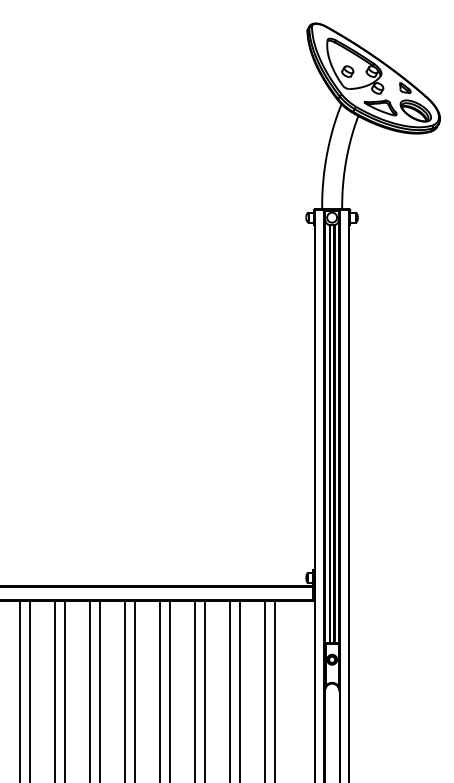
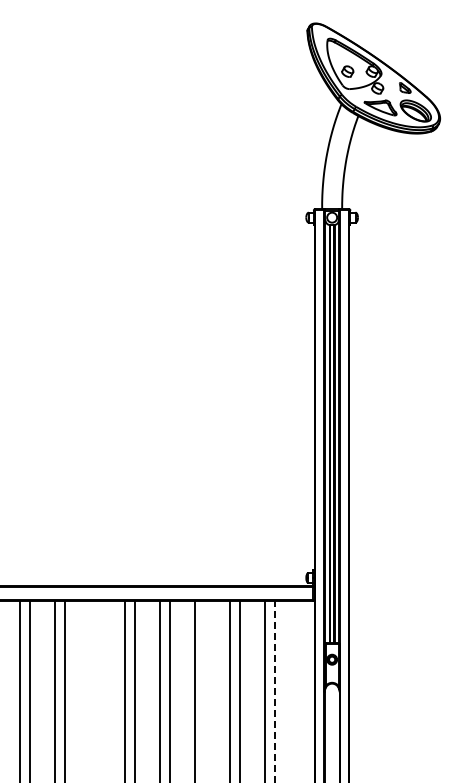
line at (89, 689): present -> none
line at (99, 689): present -> none
line at (204, 689): present -> none
line at (274, 691): solid -> dashed
